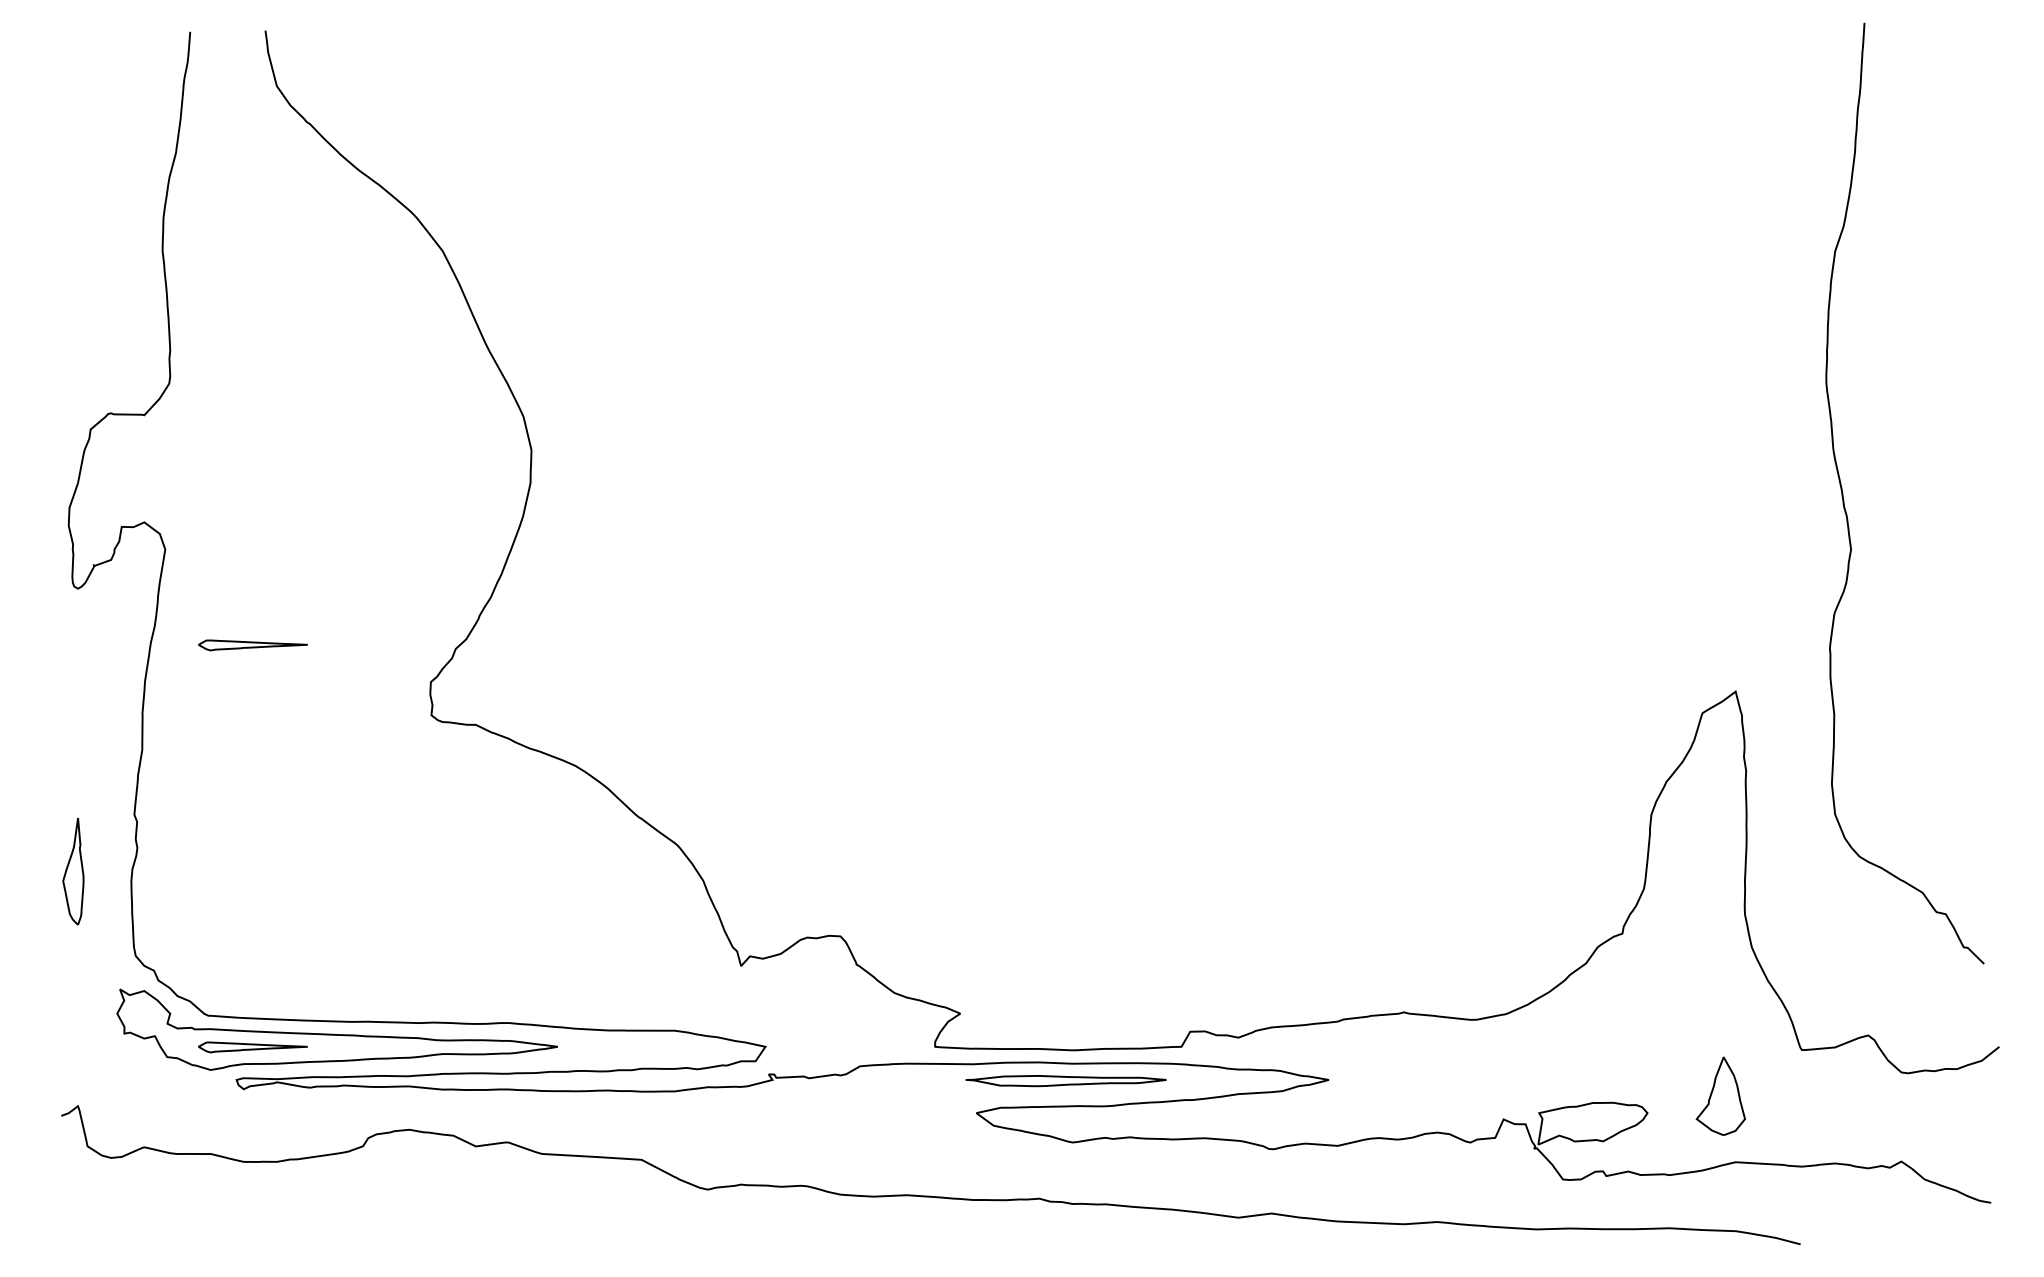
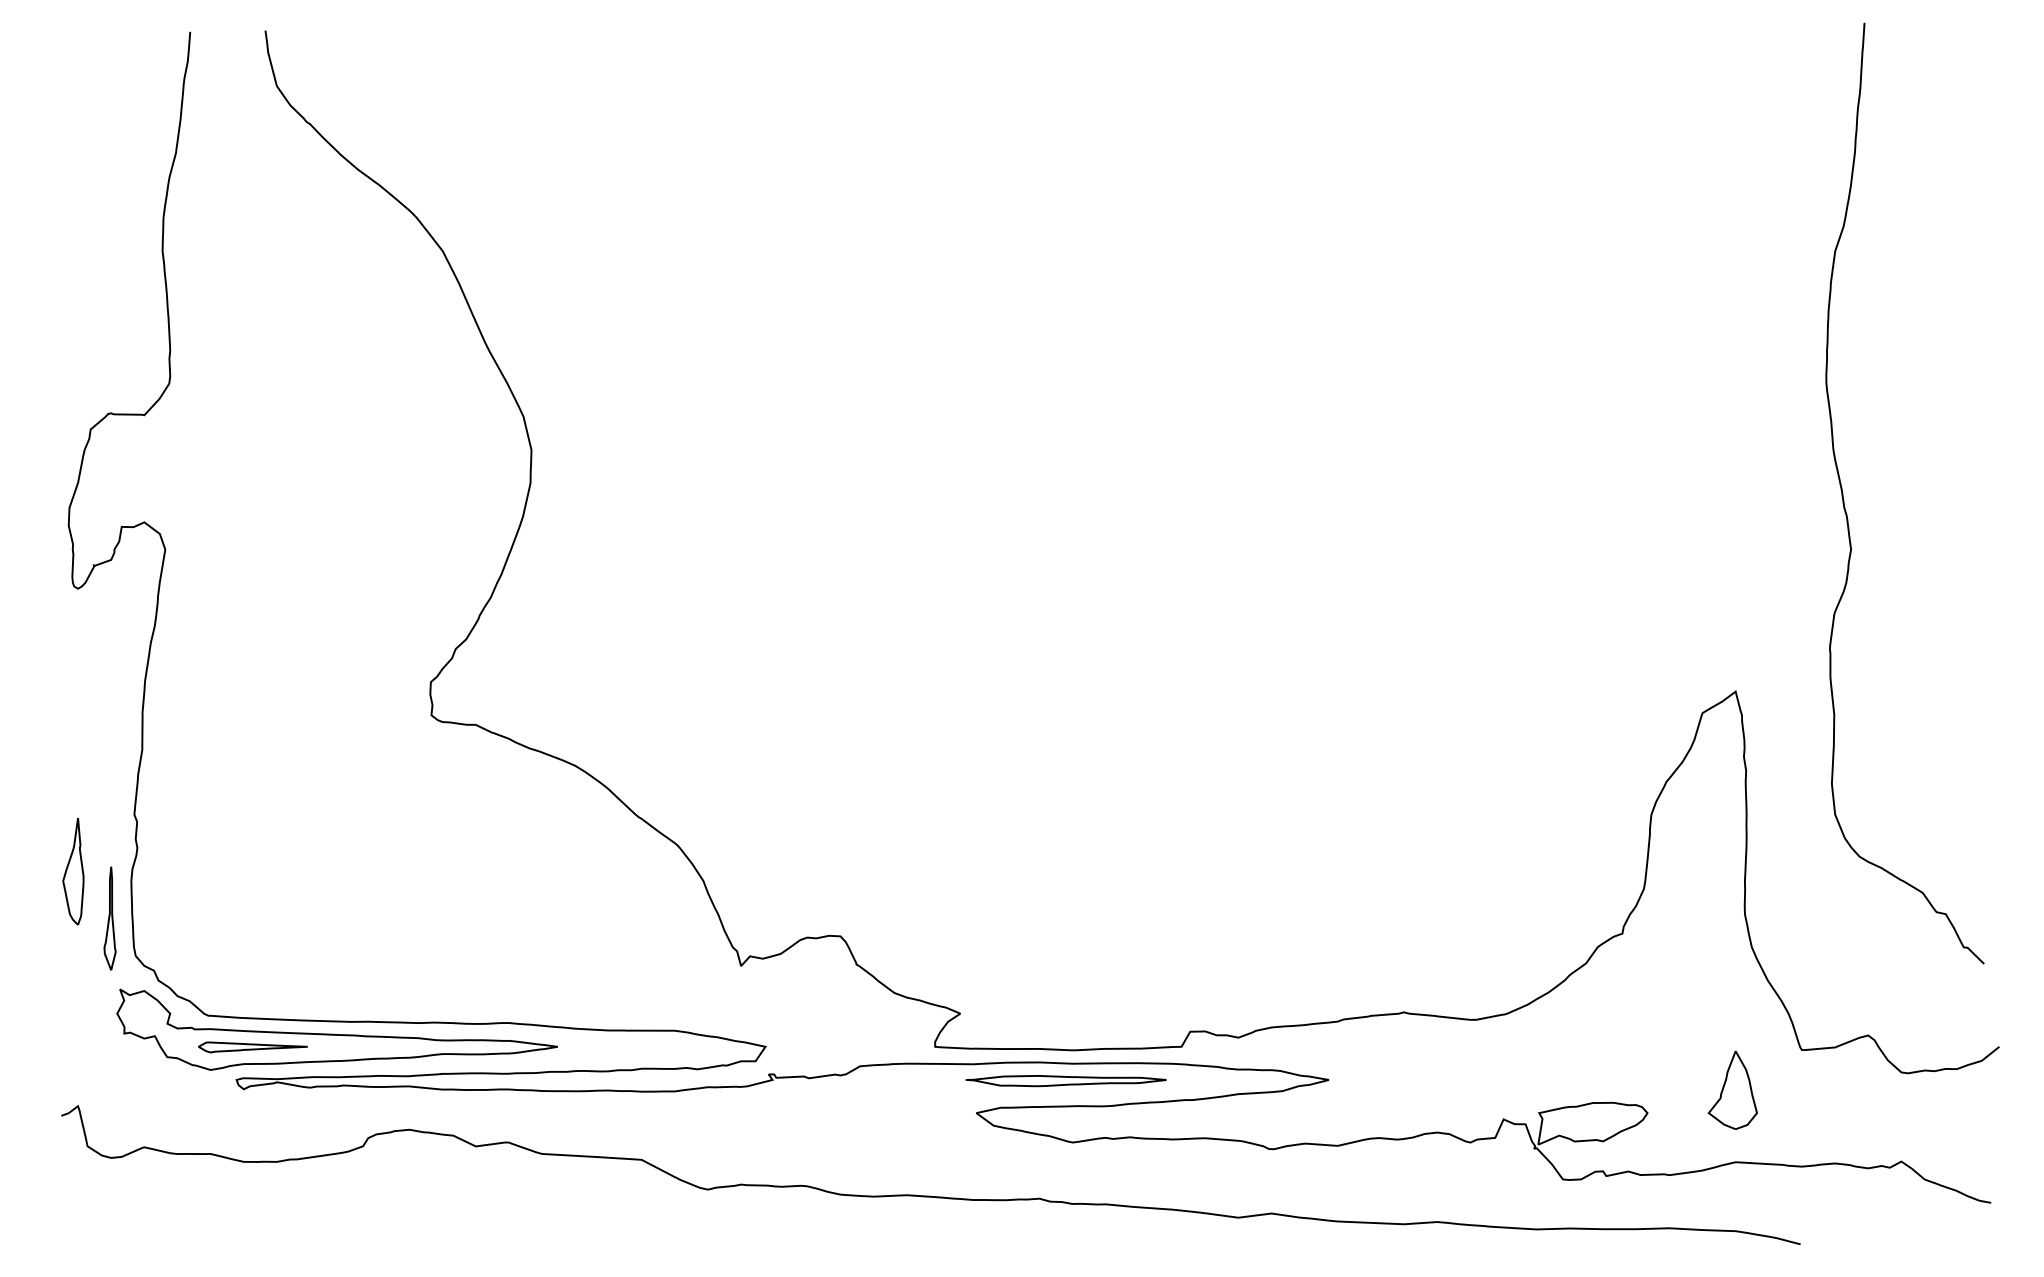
part at (252, 645): present -> none
part at (109, 918): none -> present
part at (1720, 1095) position: (1720, 1095) -> (1732, 1089)
